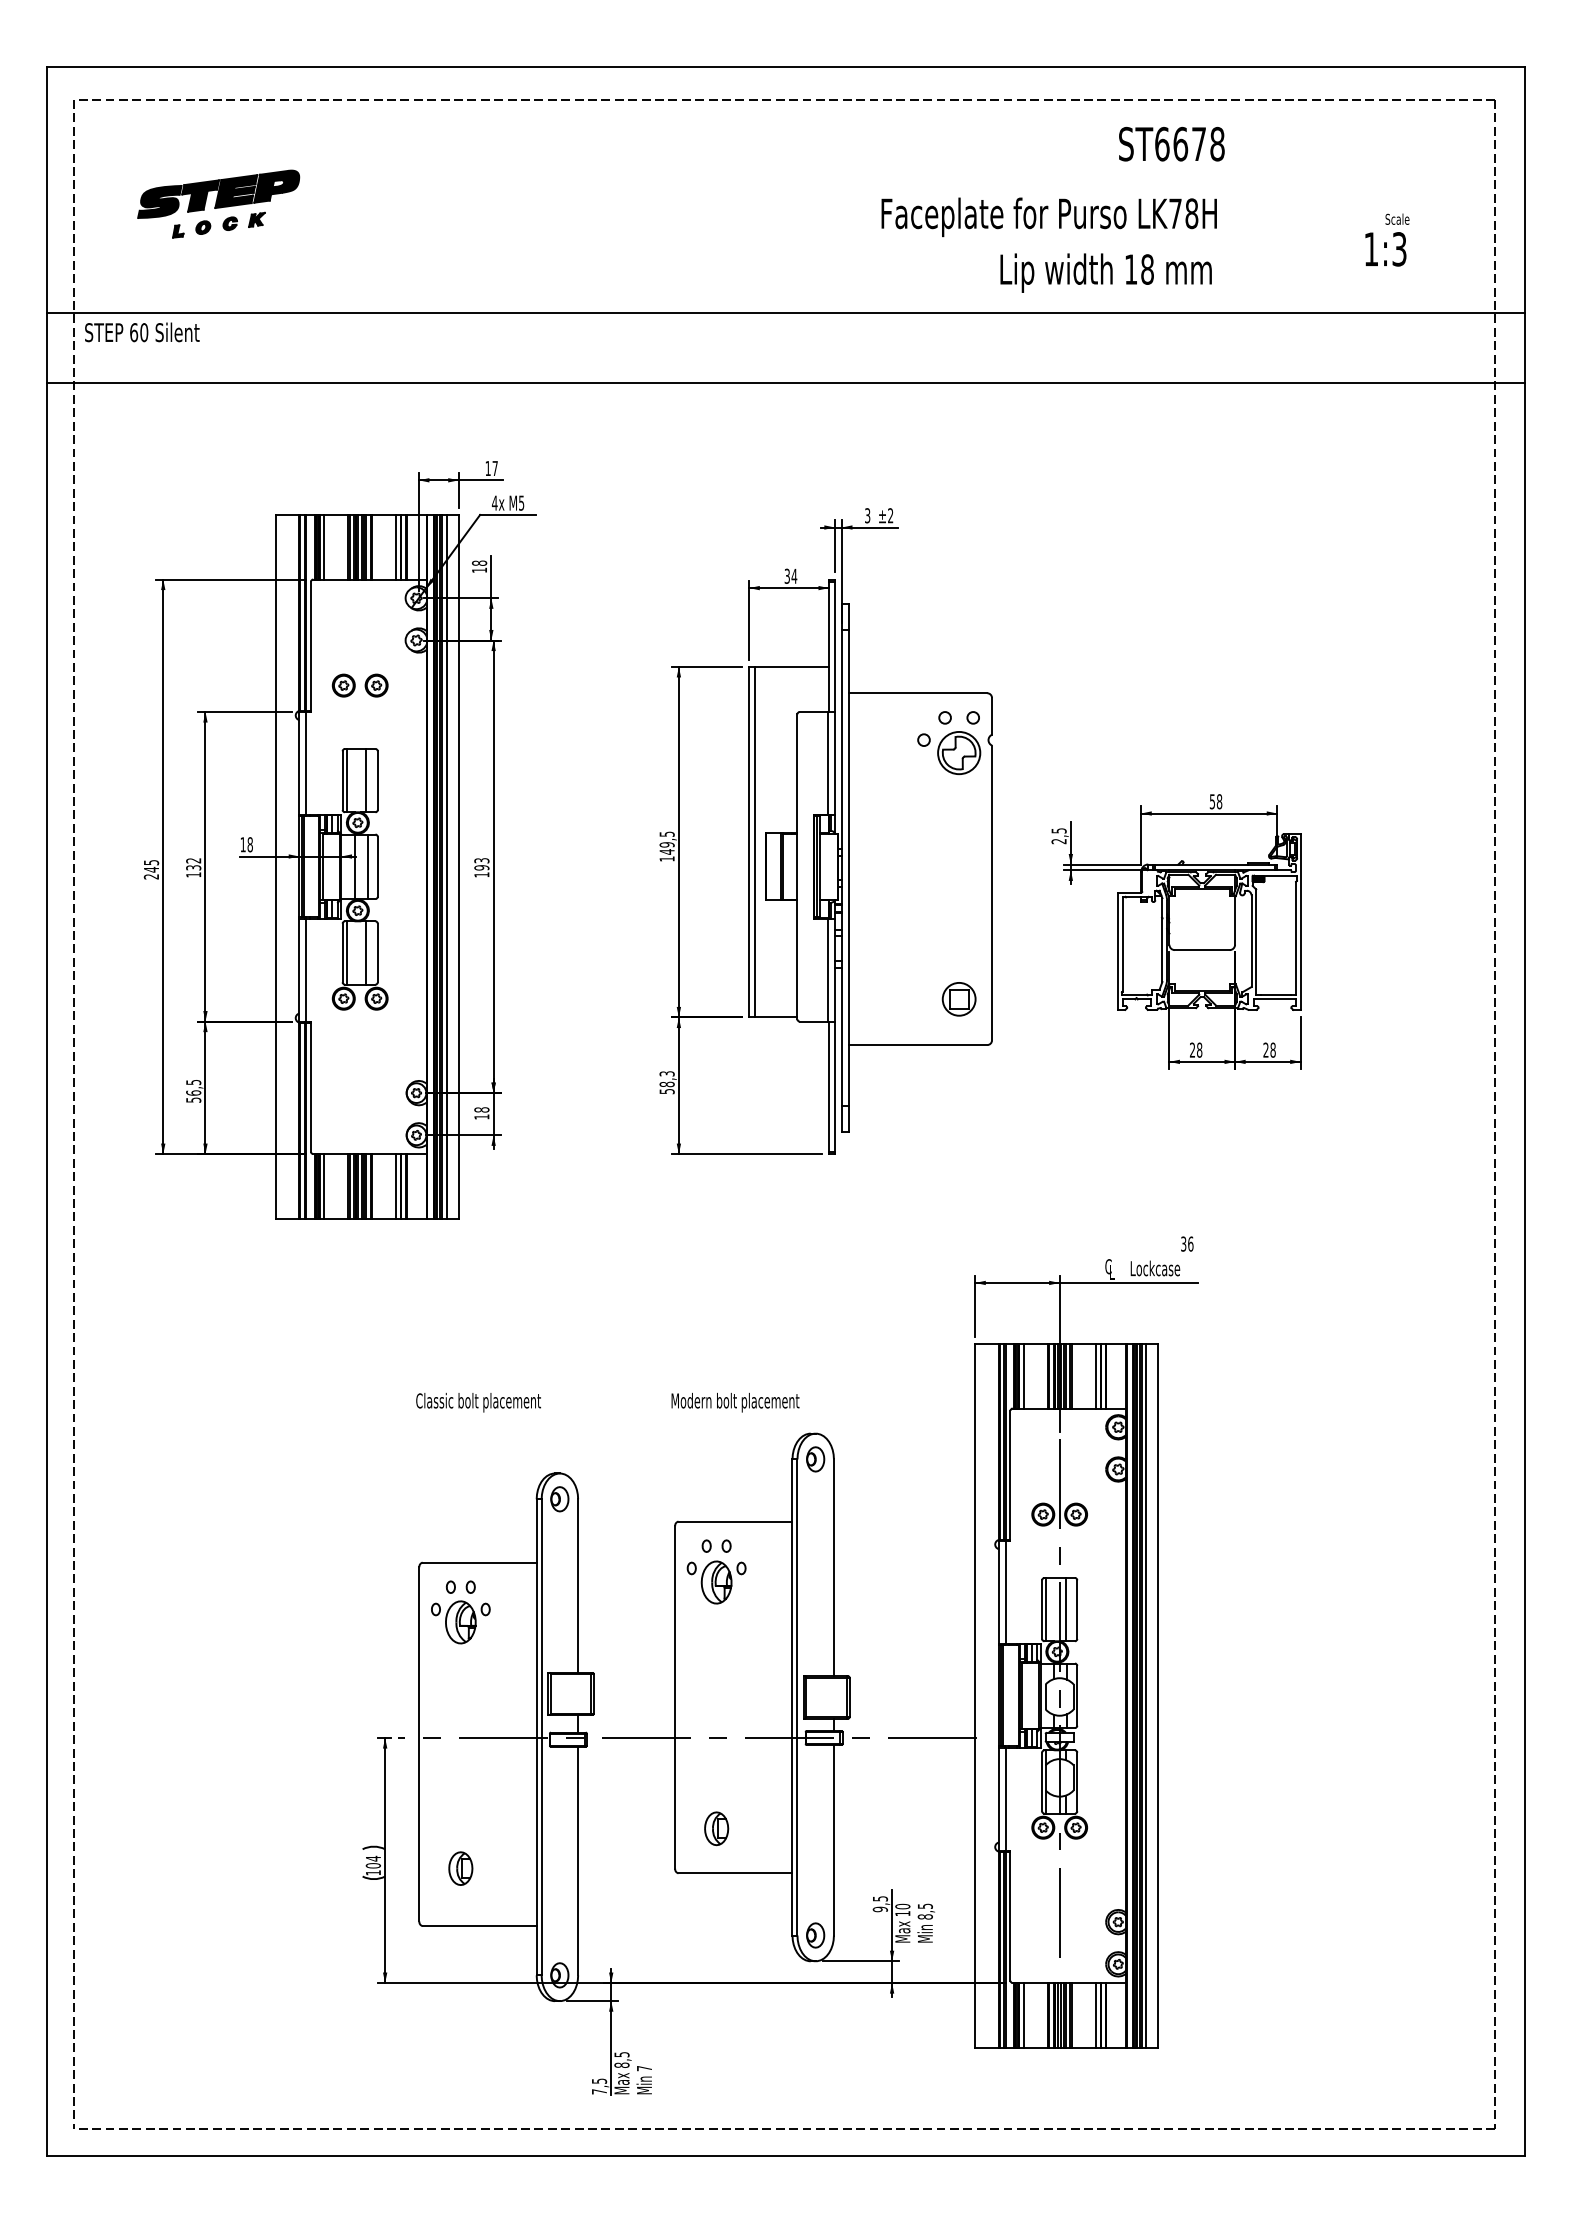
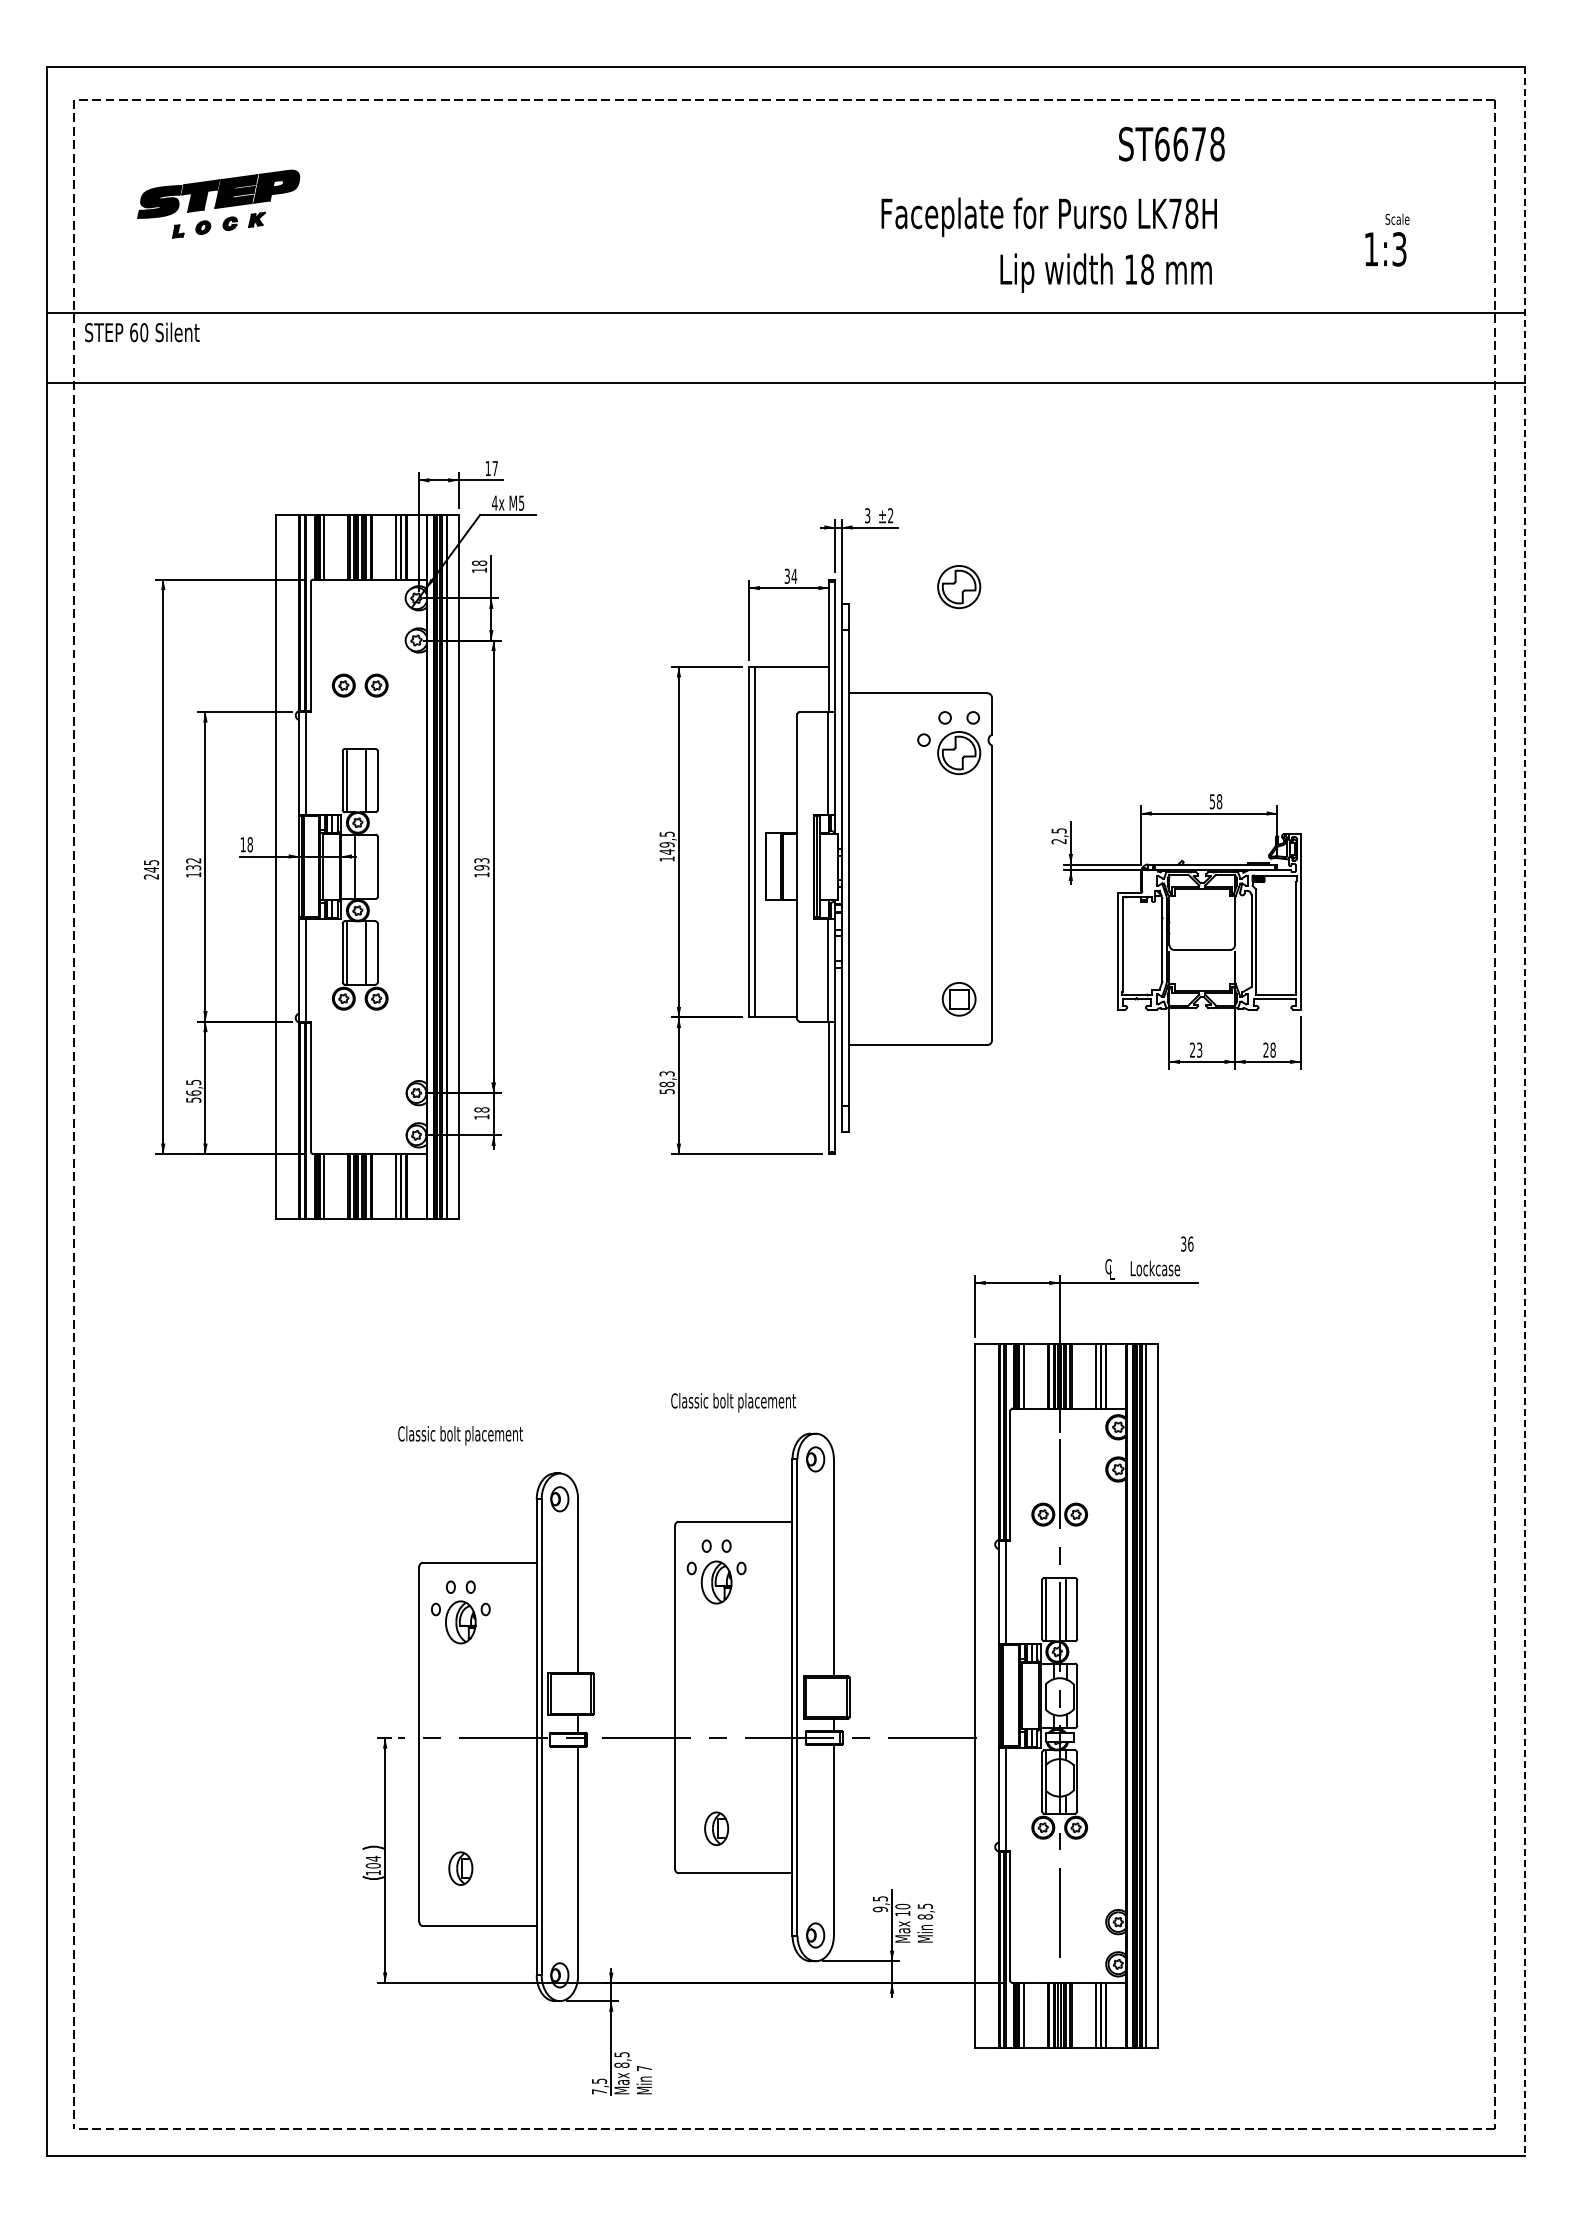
part at (959, 587): none -> present
line at (367, 866): present -> none
text at (1199, 1049): 28 -> 23
line at (1524, 1111): solid -> dashed
text at (478, 1402) position: (478, 1402) -> (460, 1435)
text at (735, 1402): Modern bolt placement -> Classic bolt placement
